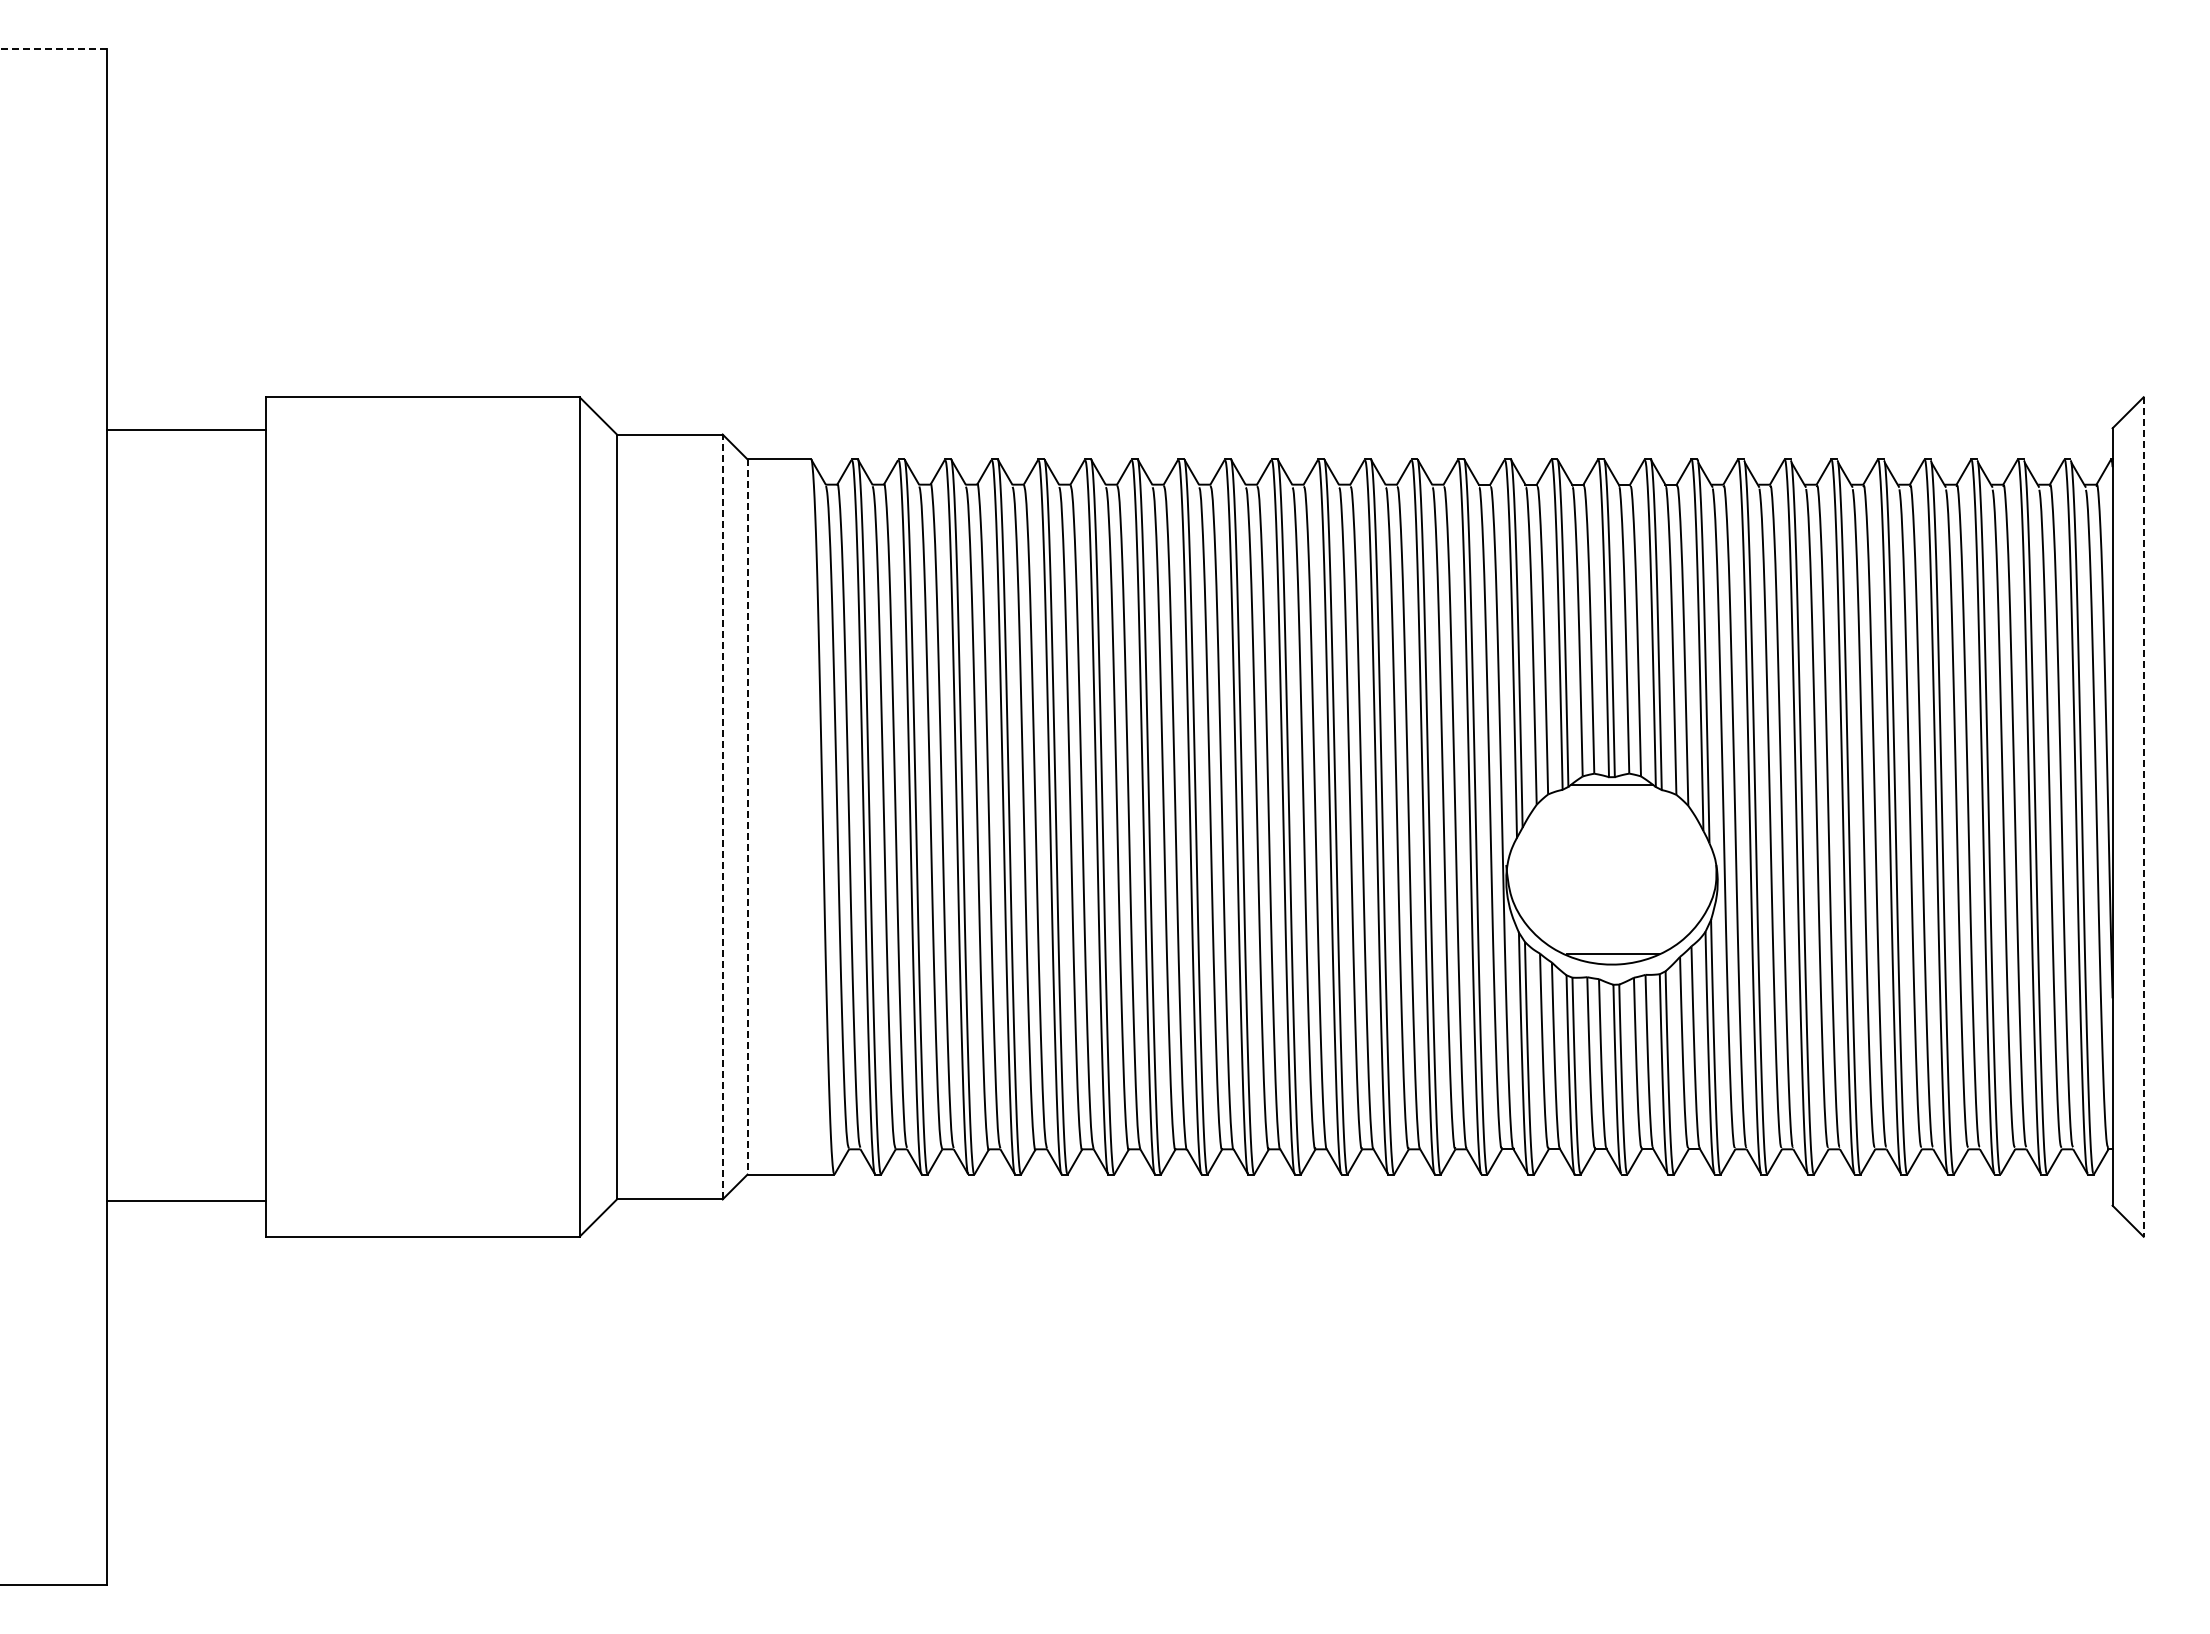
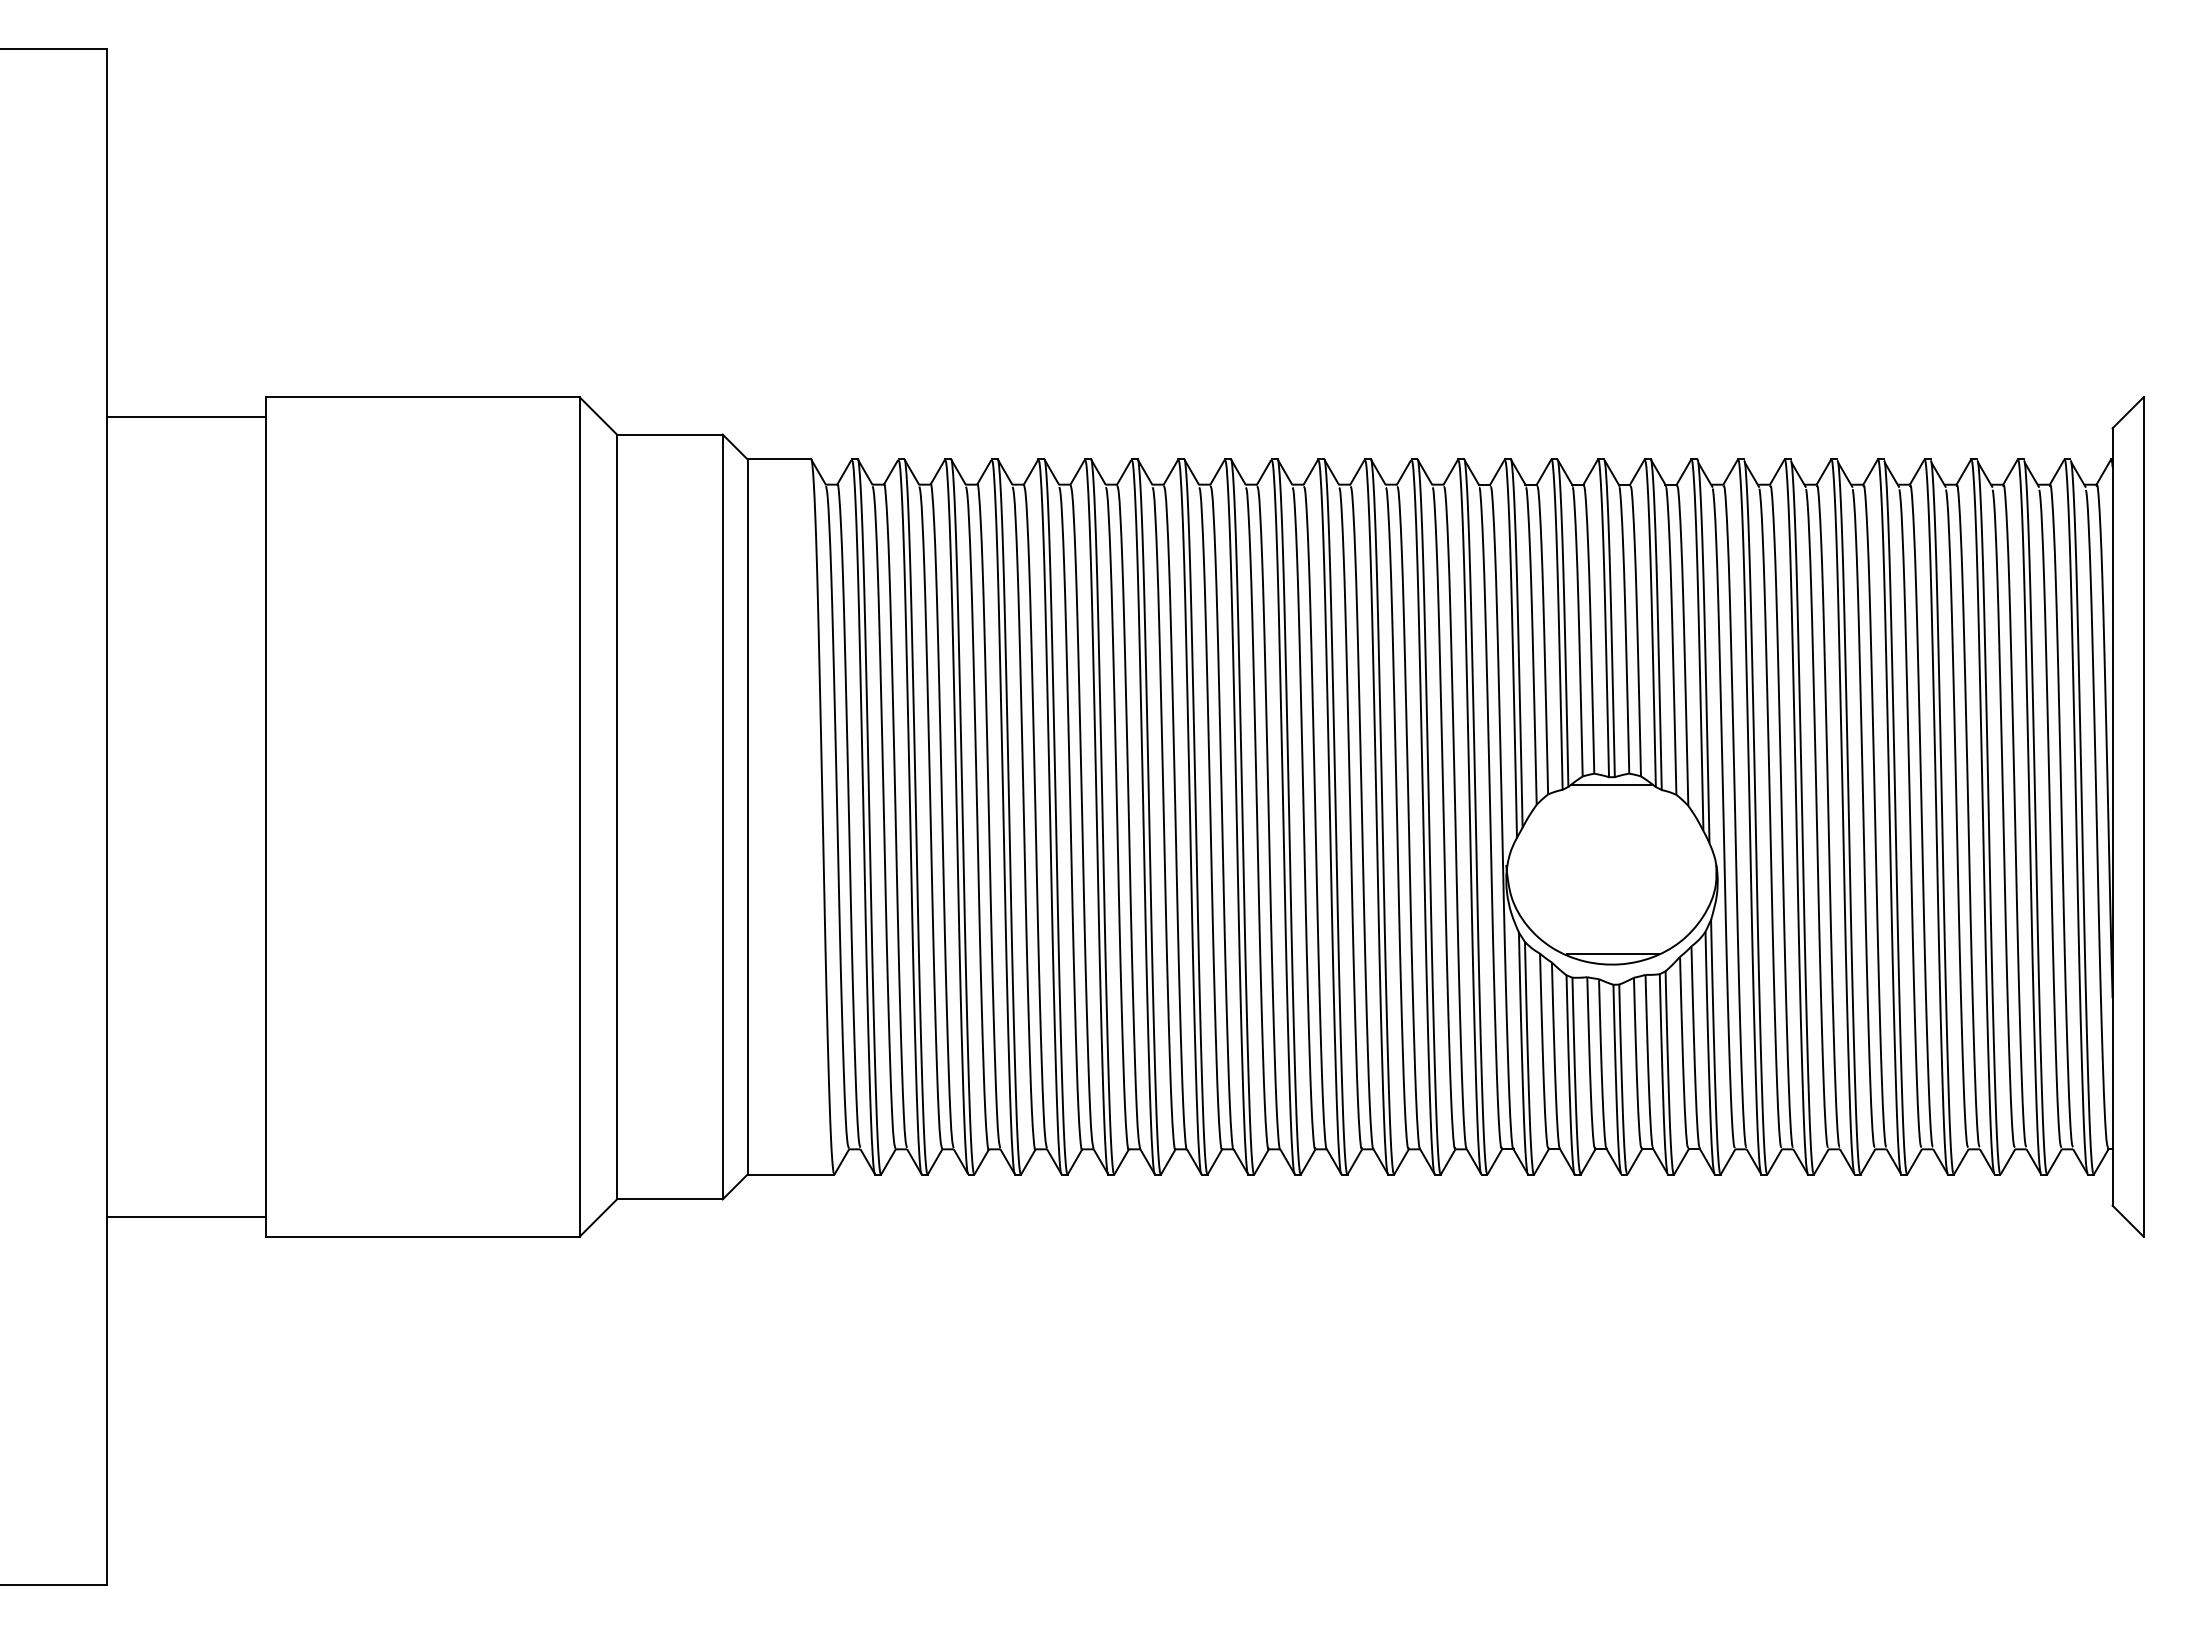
line at (53, 48): dashed -> solid
line at (186, 430) position: (186, 430) -> (186, 417)
line at (722, 816): dashed -> solid
line at (747, 816): dashed -> solid
line at (2143, 816): dashed -> solid
line at (186, 1200) position: (186, 1200) -> (186, 1216)
